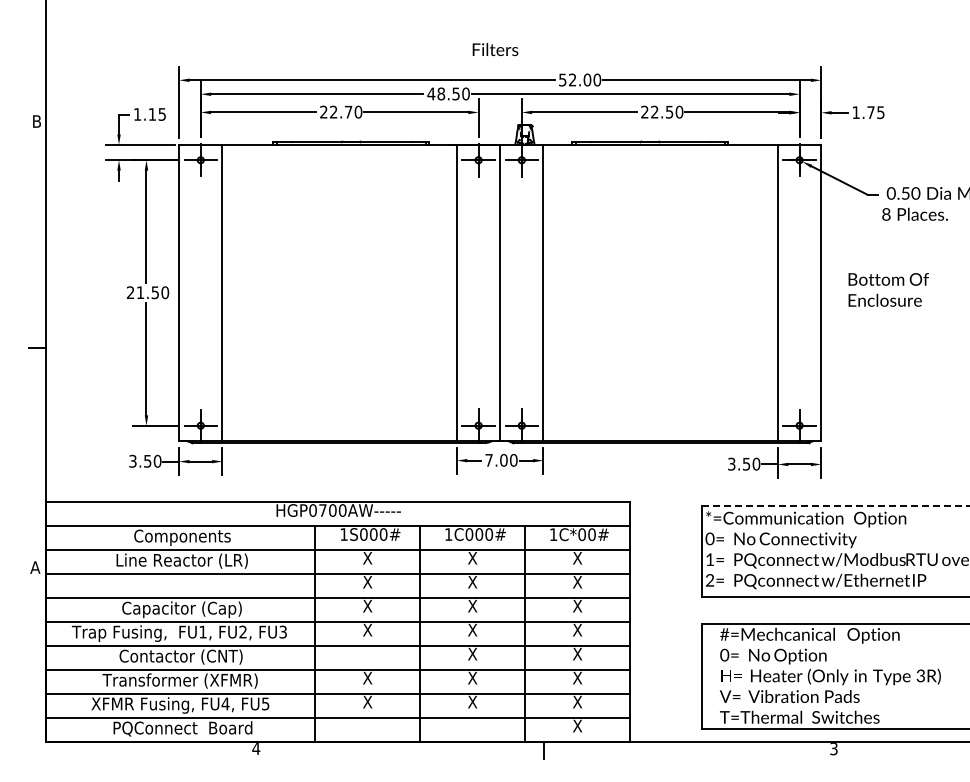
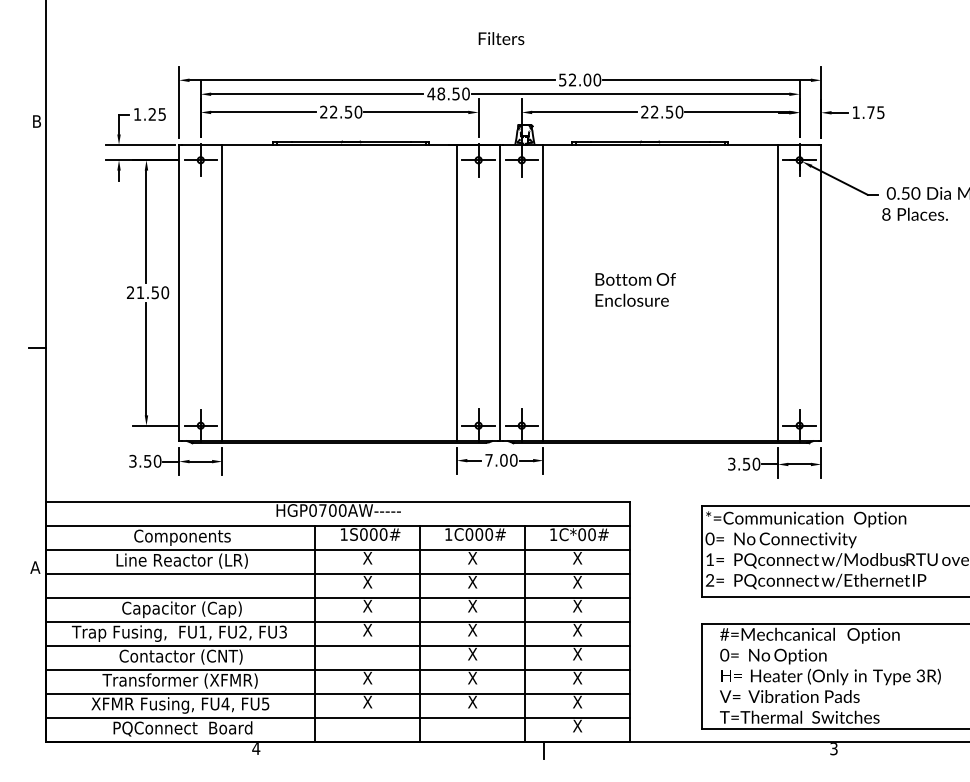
text at (495, 49) position: (495, 49) -> (501, 38)
text at (348, 112): 22.70 -> 22.50
text at (151, 114): 1.15 -> 1.25
text at (888, 289) position: (888, 289) -> (635, 289)
line at (835, 505): dashed -> solid
